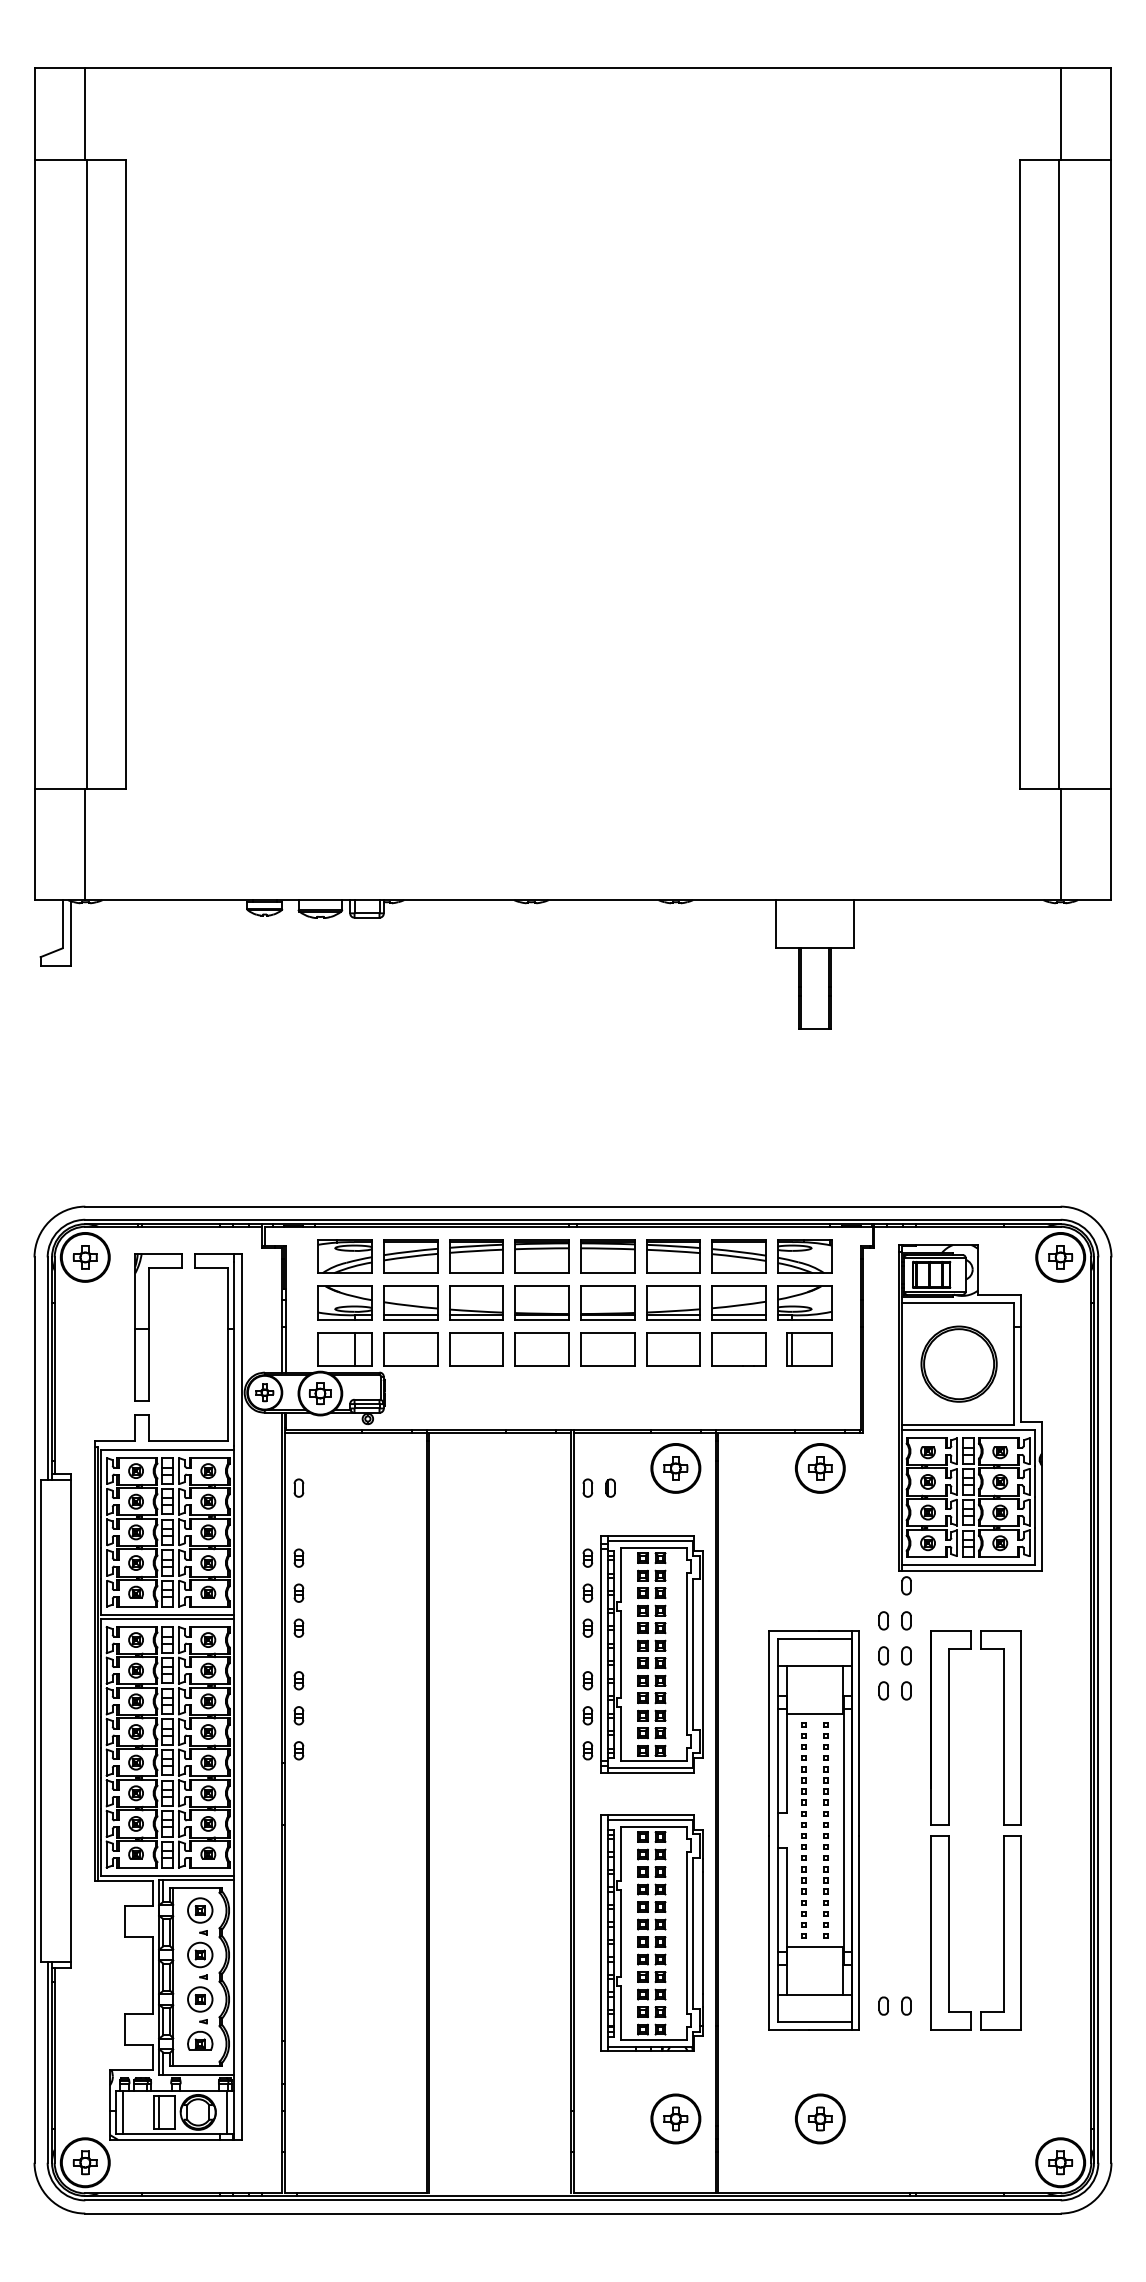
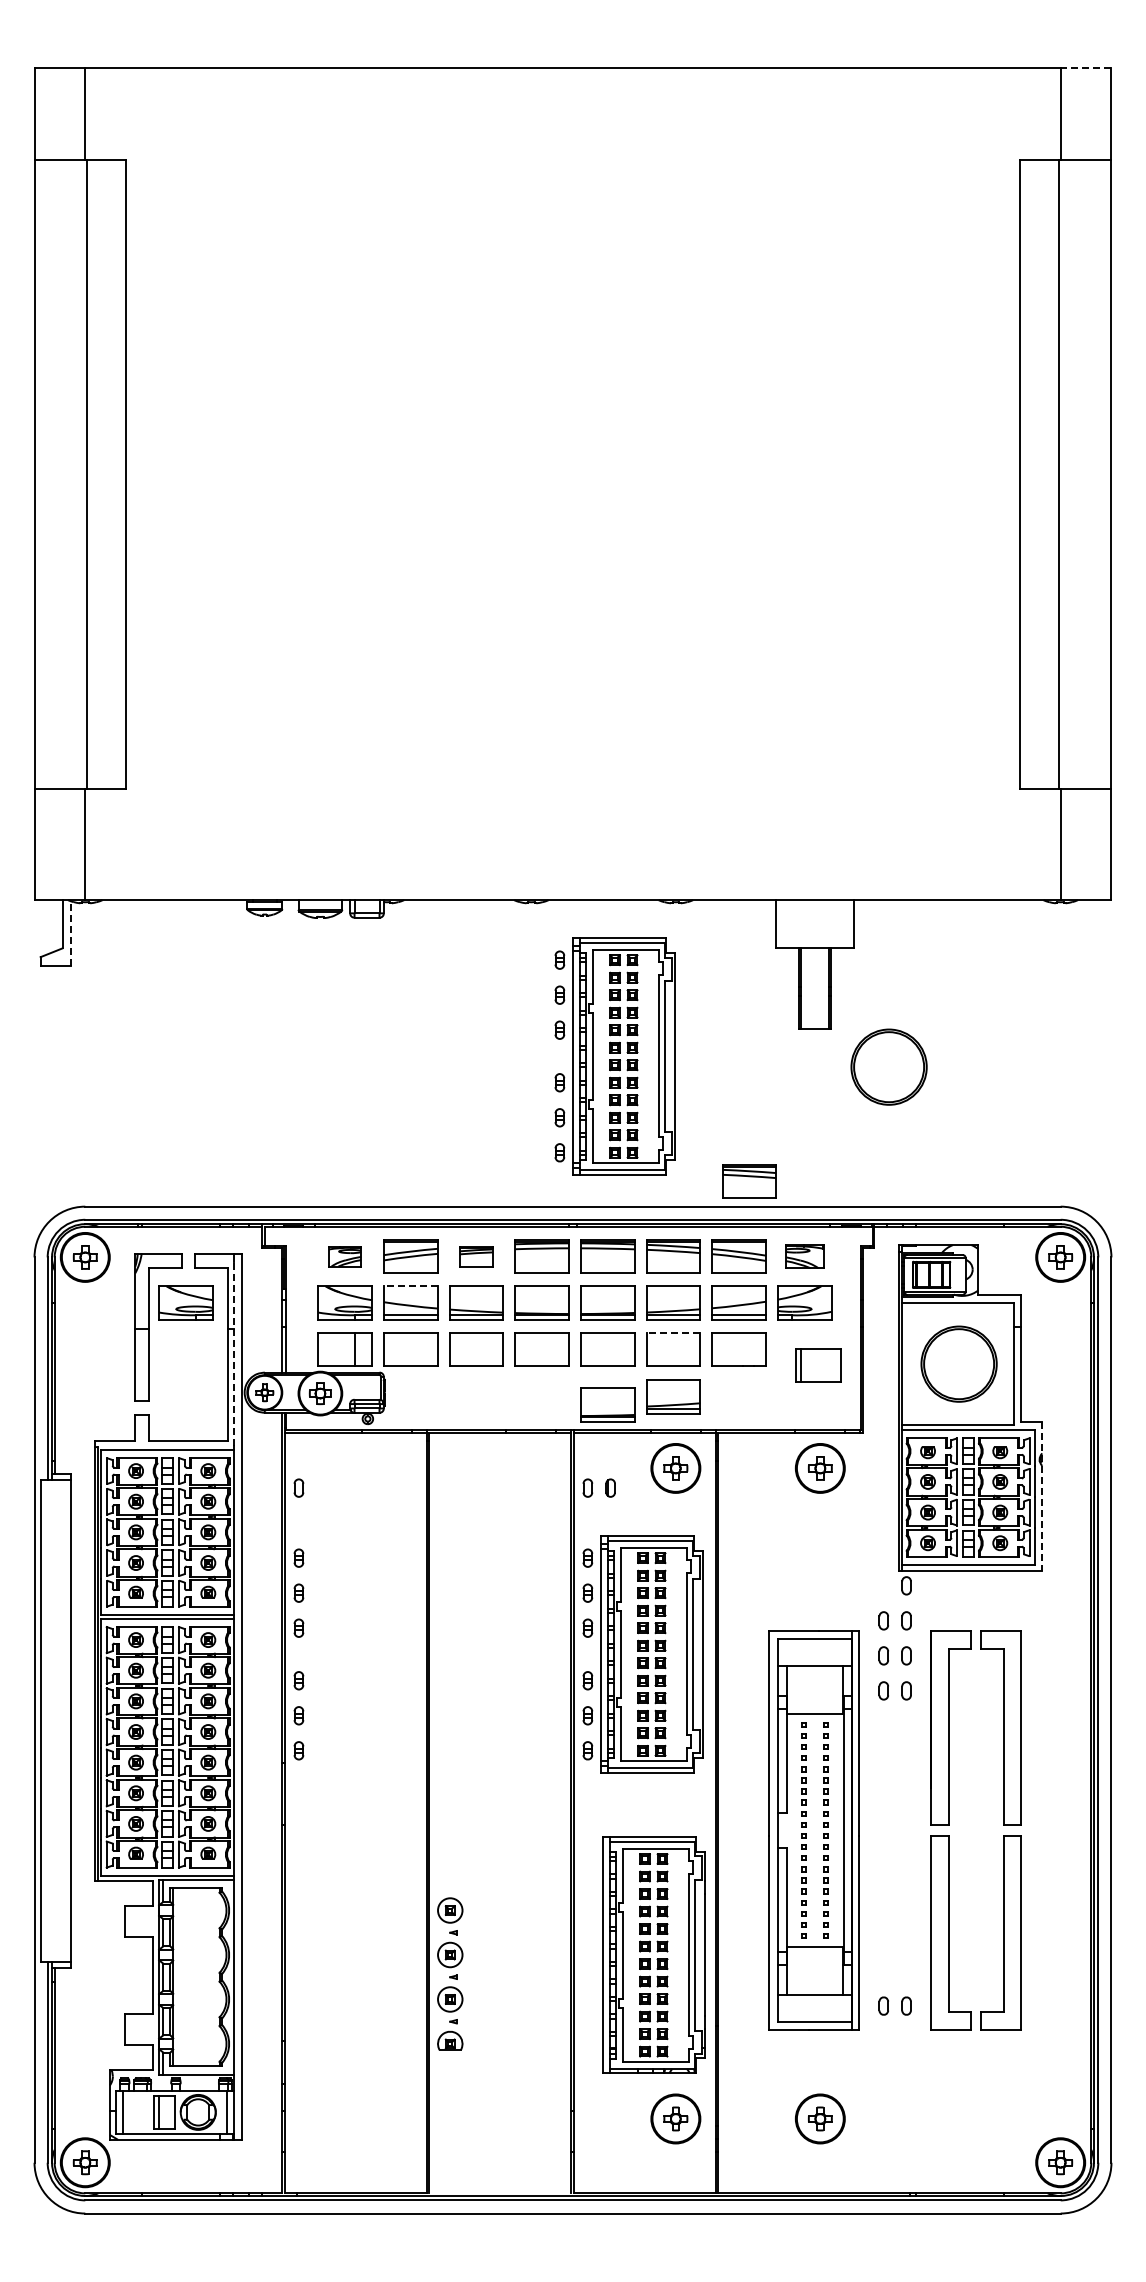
line at (1085, 68): solid -> dashed
line at (71, 933): solid -> dashed
part at (614, 1056): none -> present
part at (888, 1066): none -> present
part at (749, 1181): none -> present
part at (344, 1256) size: 56x35 px -> 34x22 px
part at (476, 1256) size: 55x35 px -> 35x22 px
part at (804, 1256) size: 56x35 px -> 40x25 px
line at (410, 1286): solid -> dashed
part at (185, 1302): none -> present
line at (673, 1332): solid -> dashed
part at (809, 1349) position: (809, 1349) -> (818, 1365)
line at (234, 1354): solid -> dashed
part at (673, 1396): none -> present
part at (607, 1404): none -> present
line at (1042, 1496): solid -> dashed
part at (651, 1932) position: (651, 1932) -> (653, 1954)
part at (200, 1973) position: (200, 1973) -> (450, 1973)
